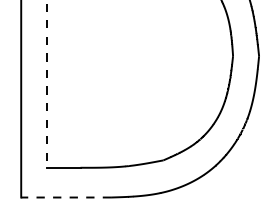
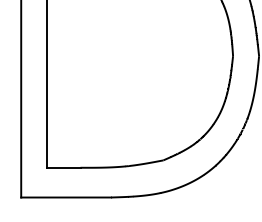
line at (47, 83): dashed -> solid
line at (66, 197): dashed -> solid
